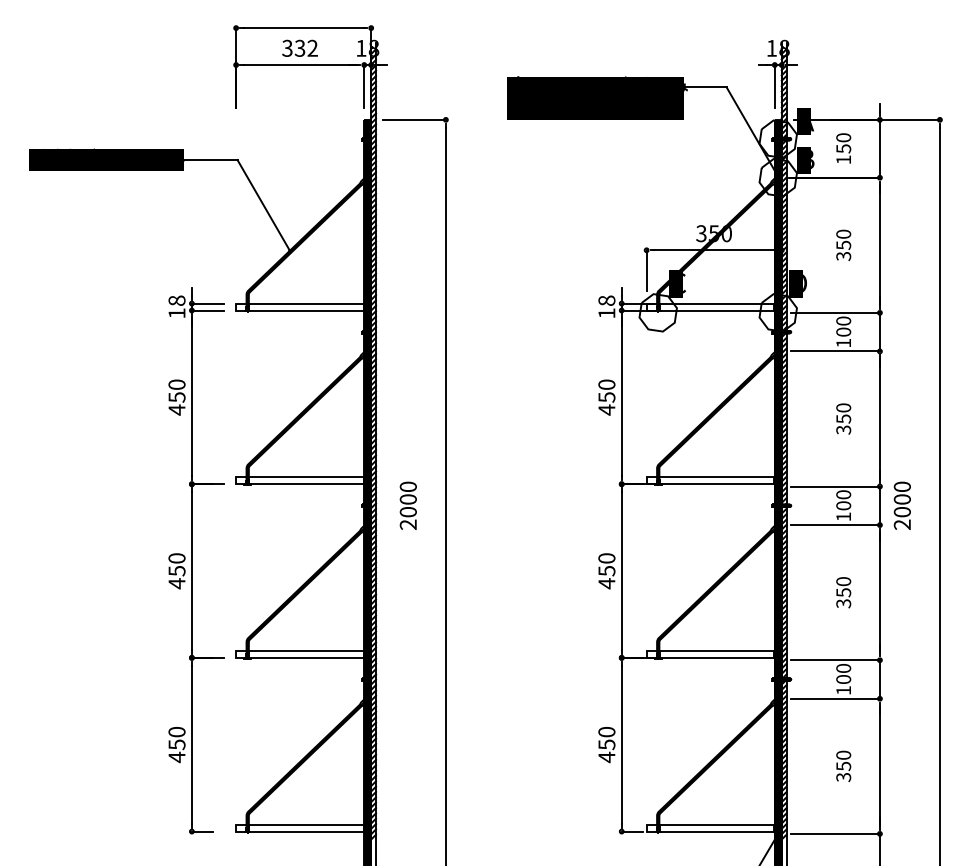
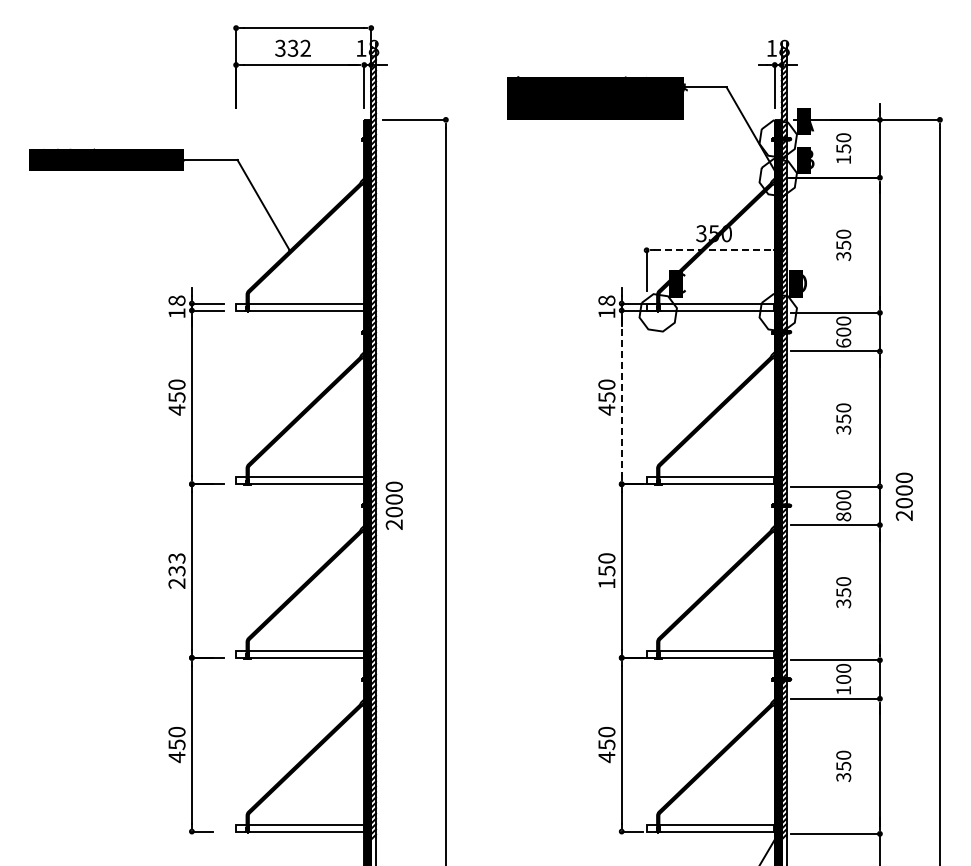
text at (299, 47) position: (299, 47) -> (292, 47)
line at (714, 250): solid -> dashed
text at (843, 342): 100 -> 600
line at (621, 397): solid -> dashed
text at (407, 505) position: (407, 505) -> (393, 505)
text at (901, 505) position: (901, 505) -> (903, 496)
text at (843, 516): 100 -> 800
text at (176, 571): 450 -> 233
text at (606, 583): 450 -> 150
